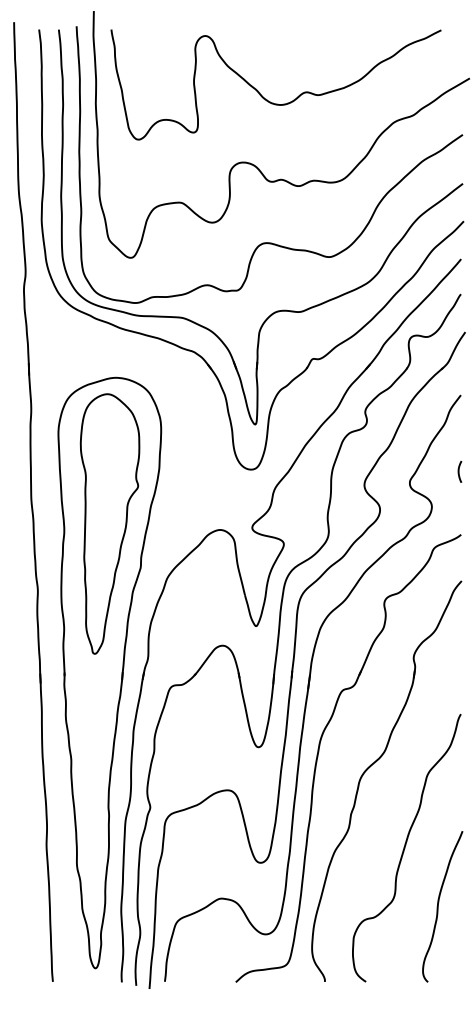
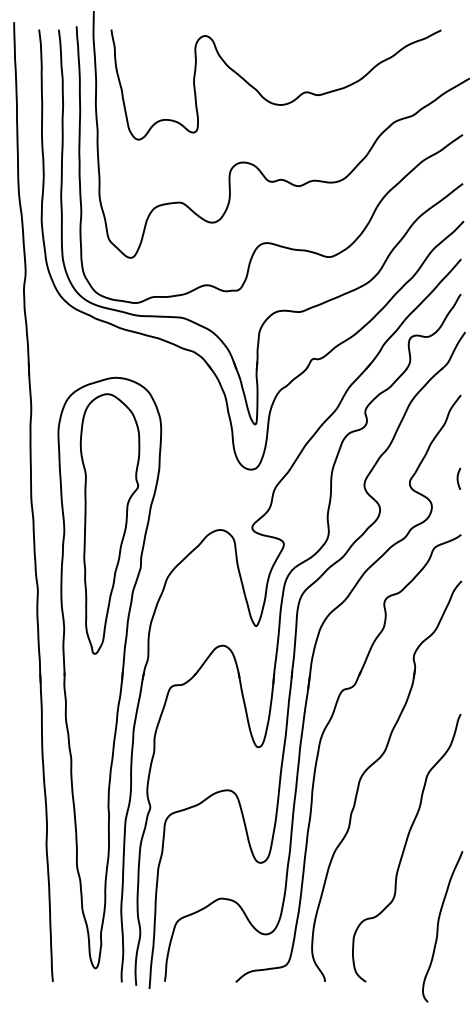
curve at (459, 471) position: (459, 471) -> (458, 478)
curve at (438, 906) position: (438, 906) -> (438, 926)
